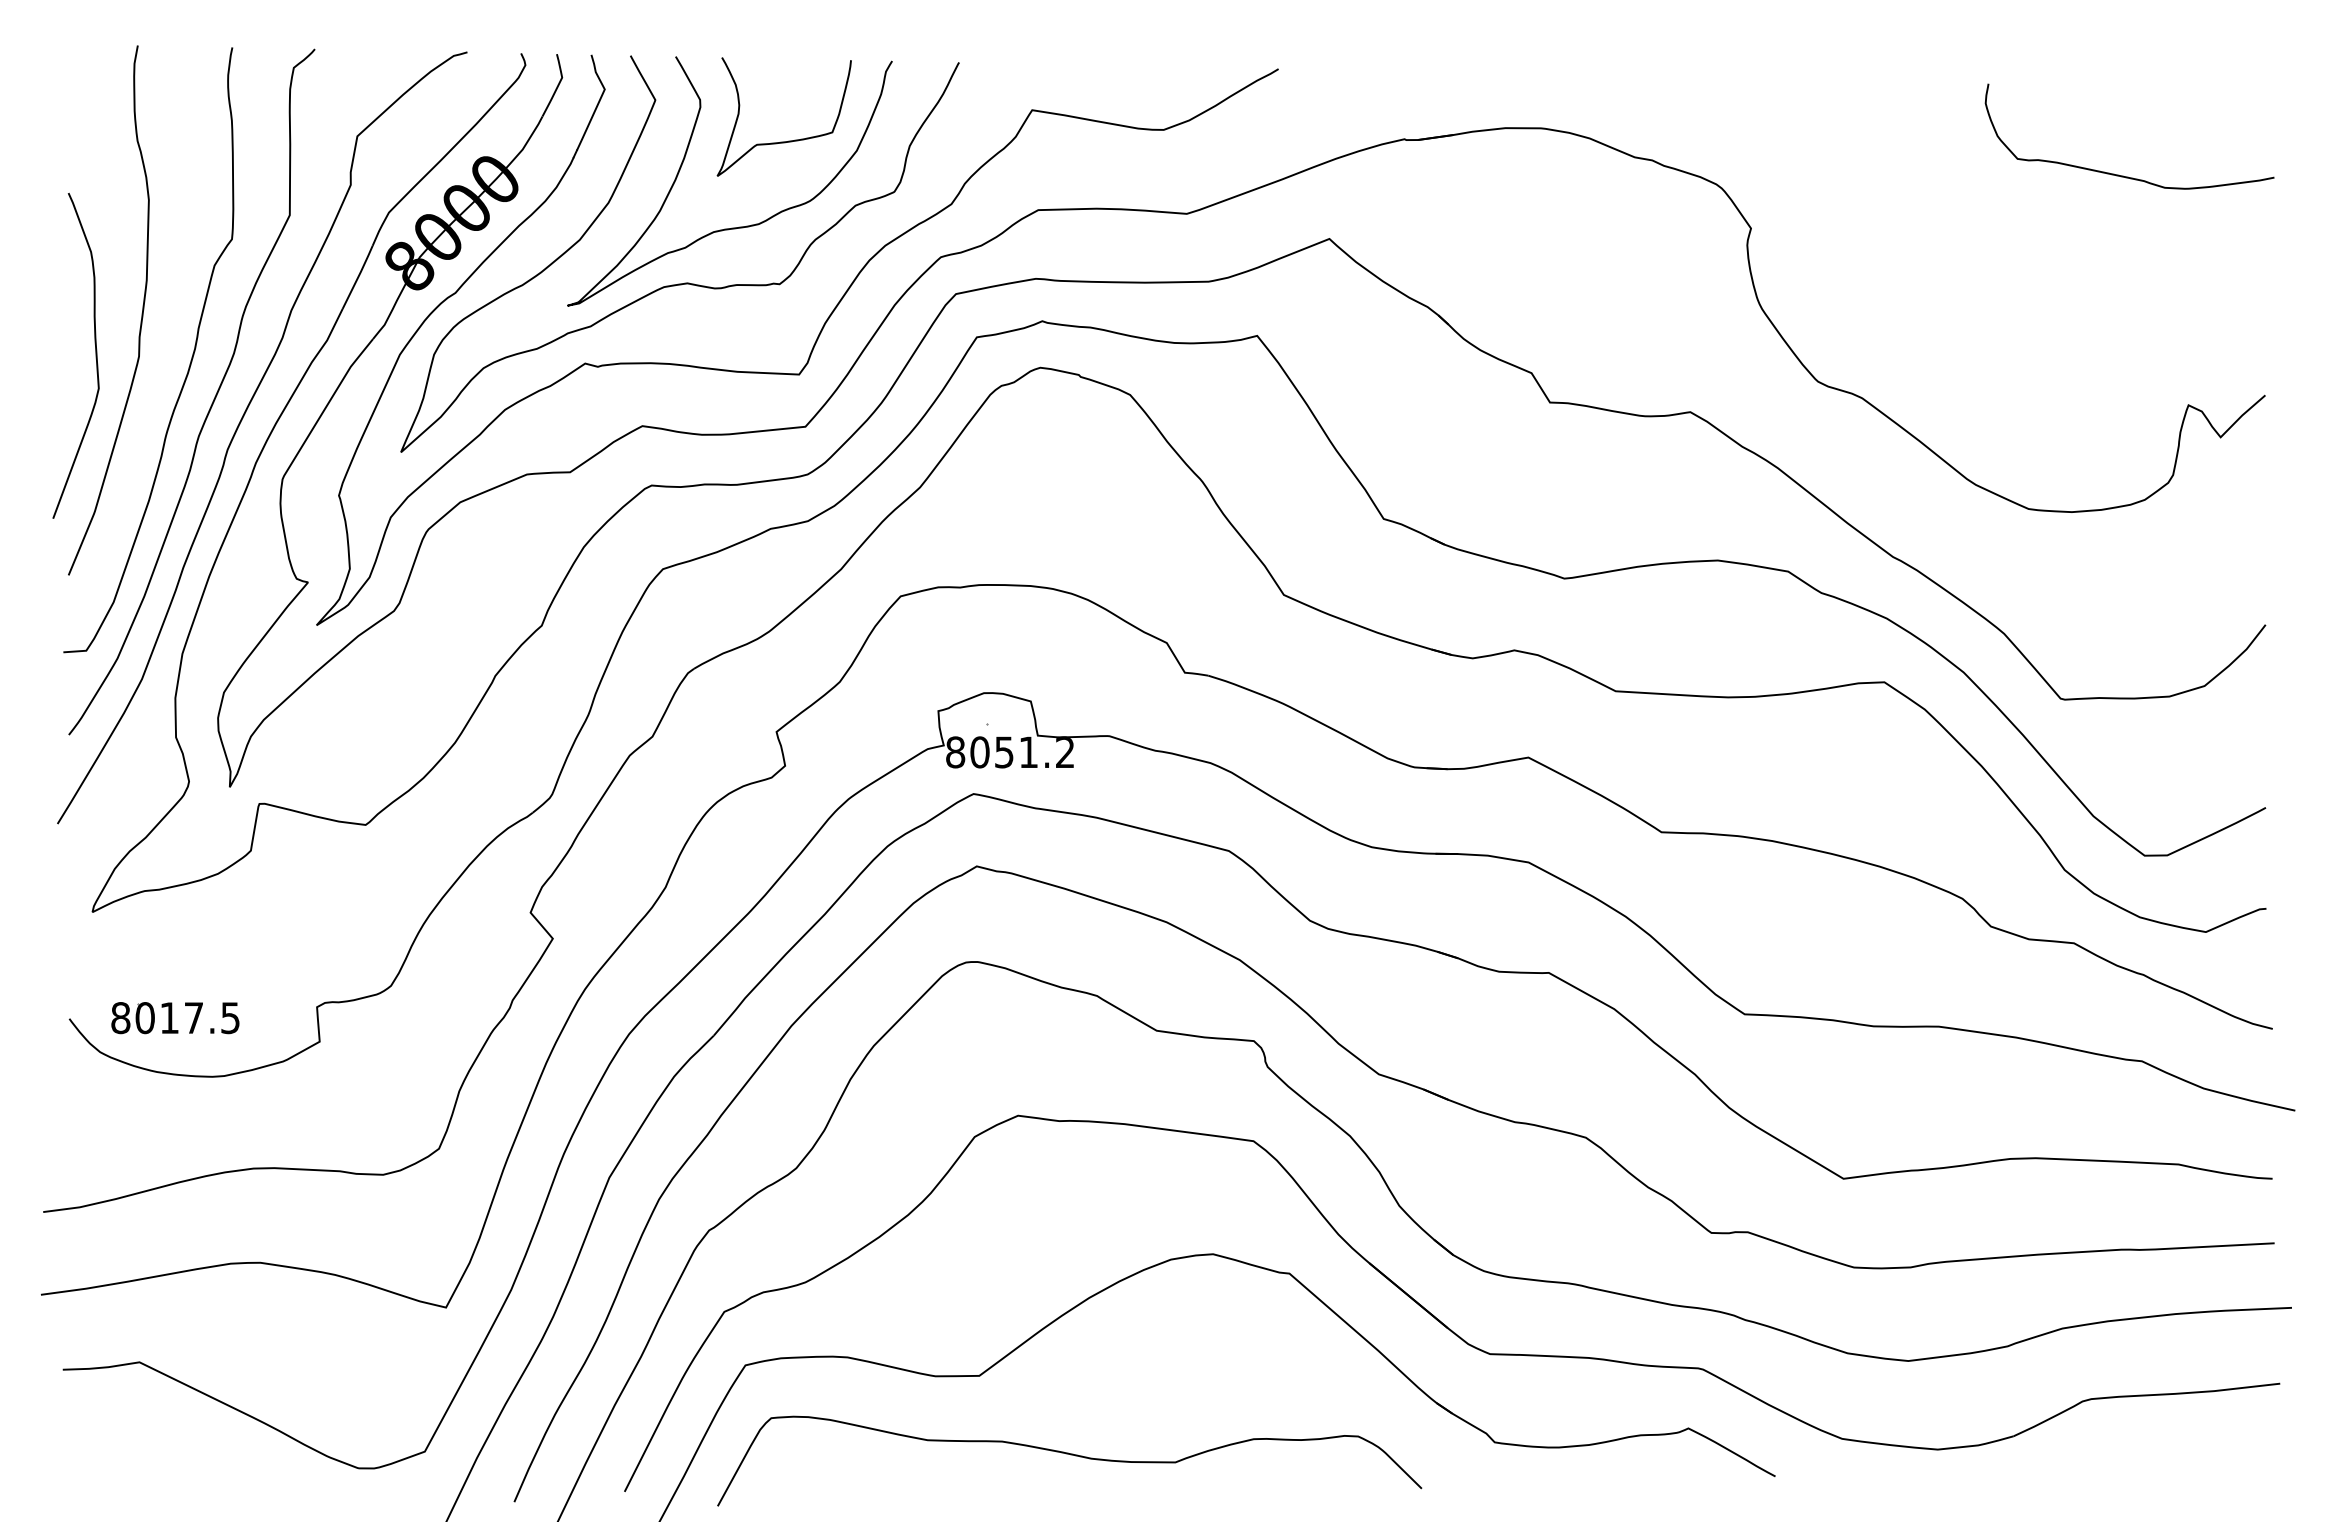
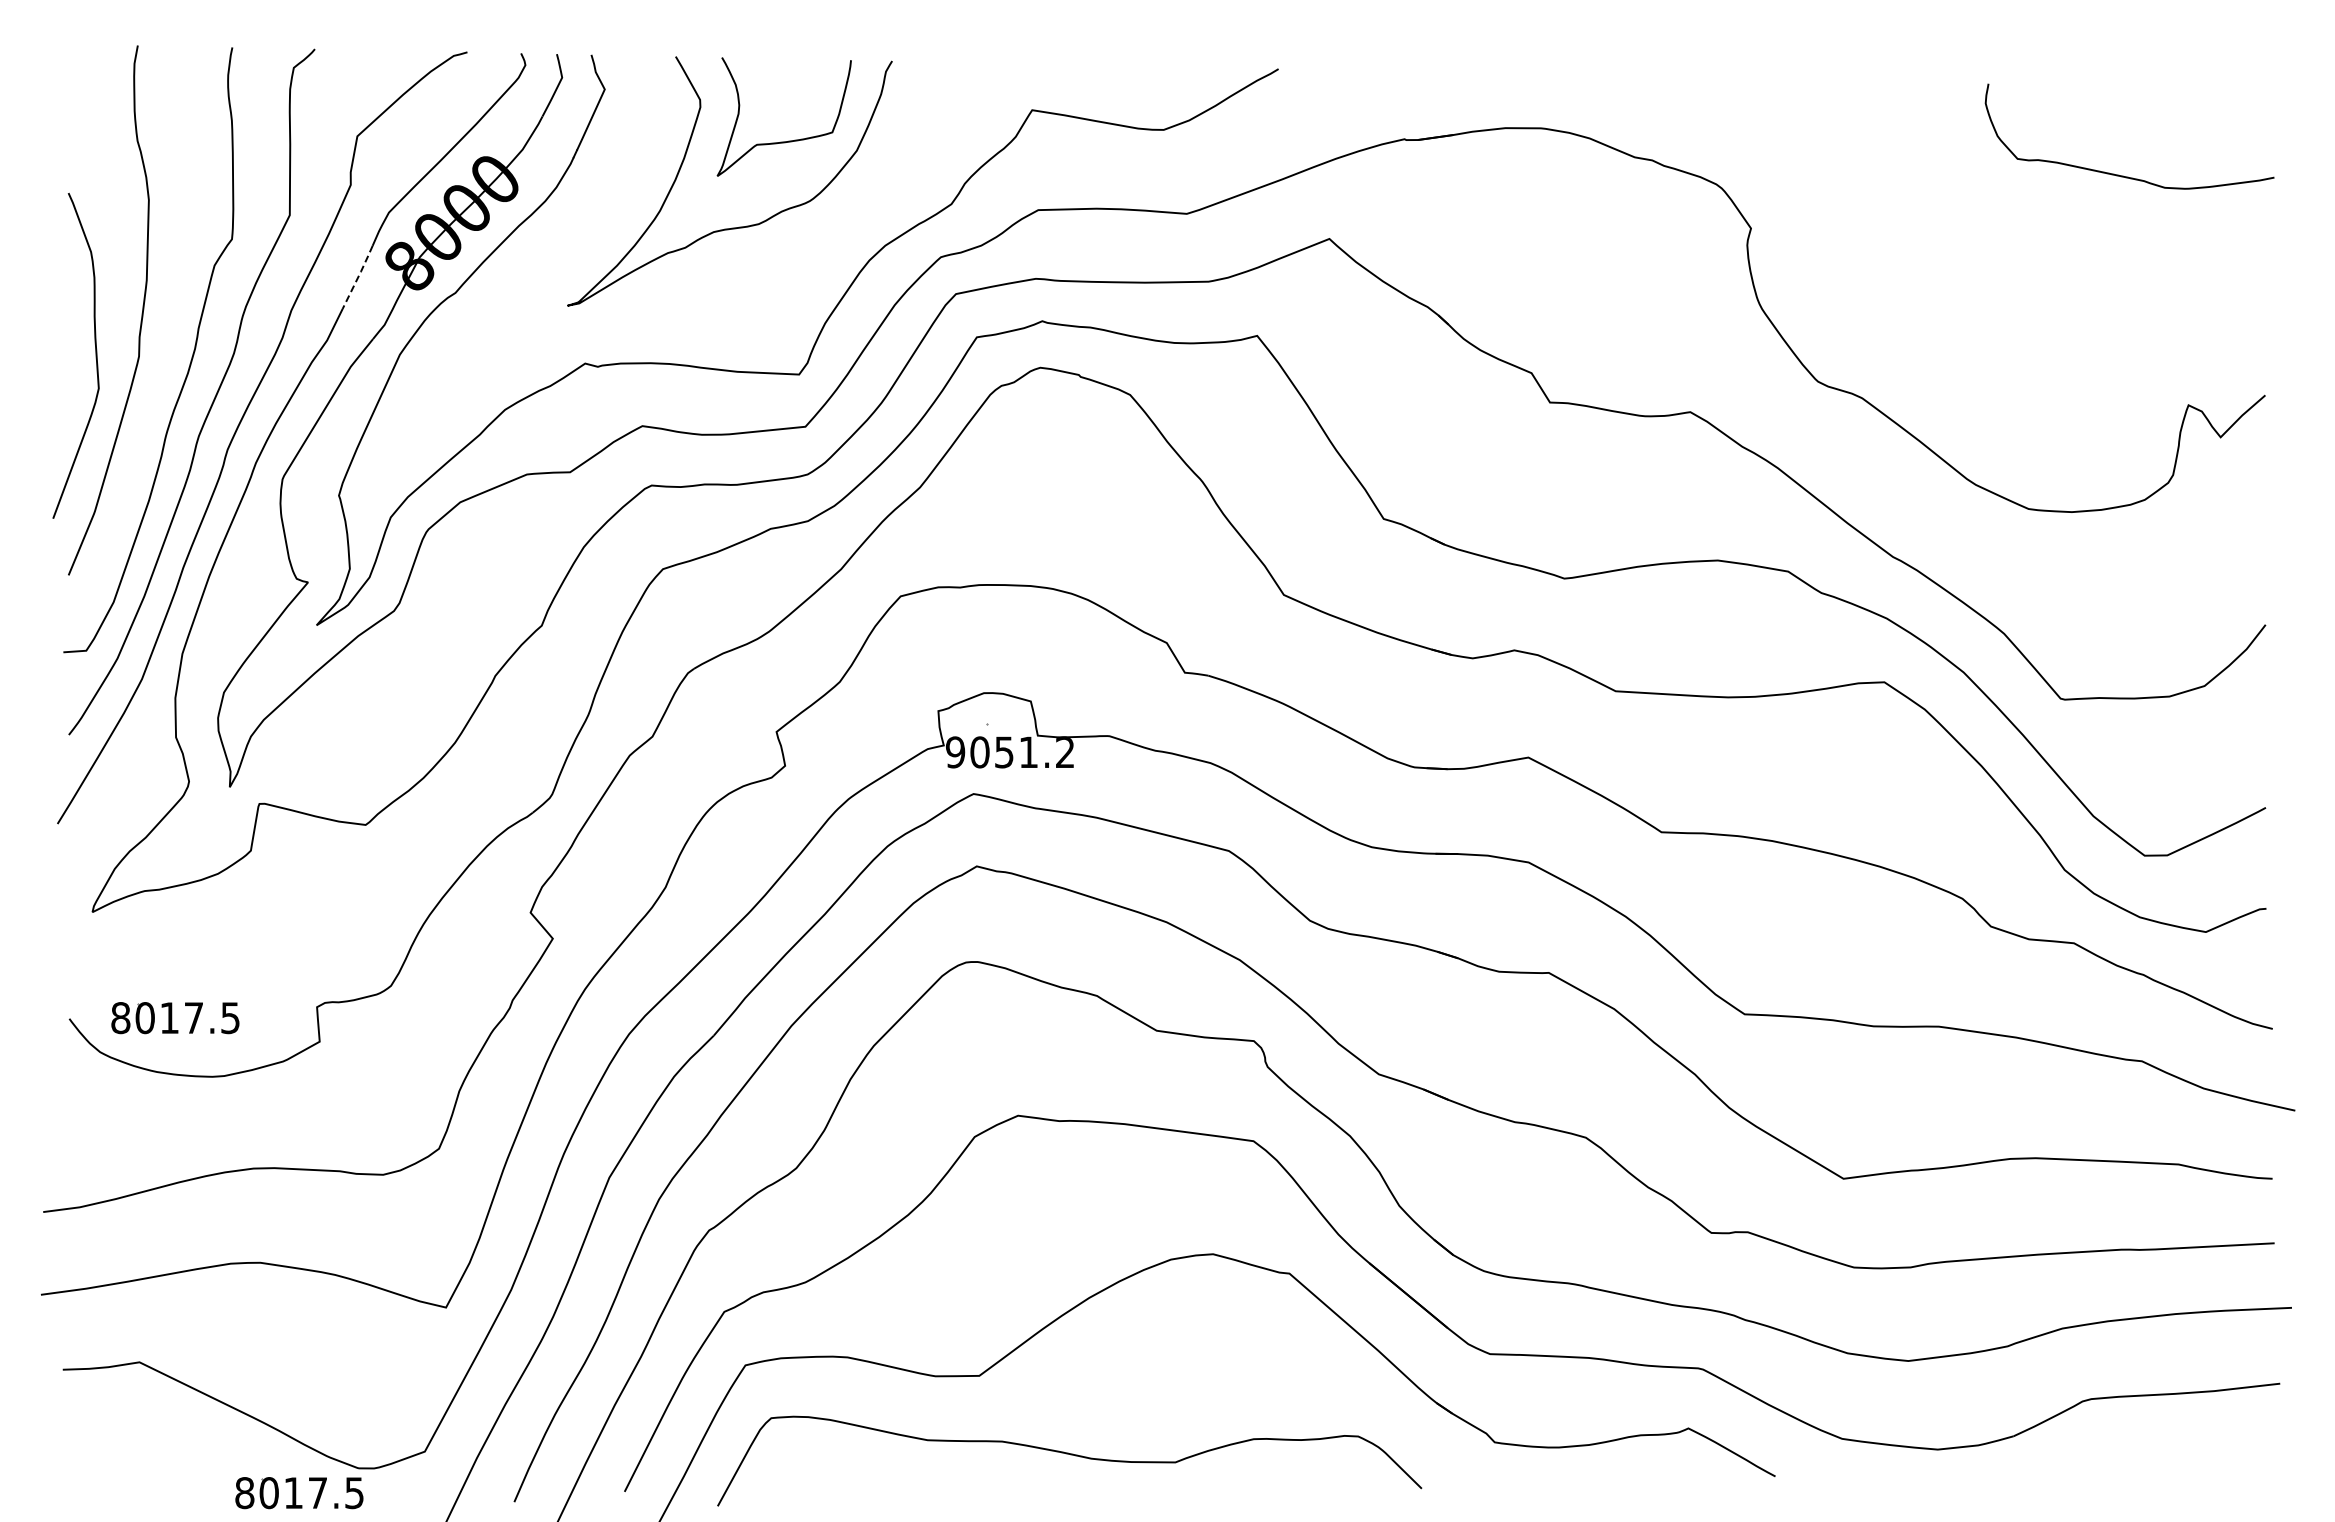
line at (358, 276): solid -> dashed
curve at (684, 282): present -> none
text at (955, 752): 8051.2 -> 9051.2
part at (299, 1493): none -> present
